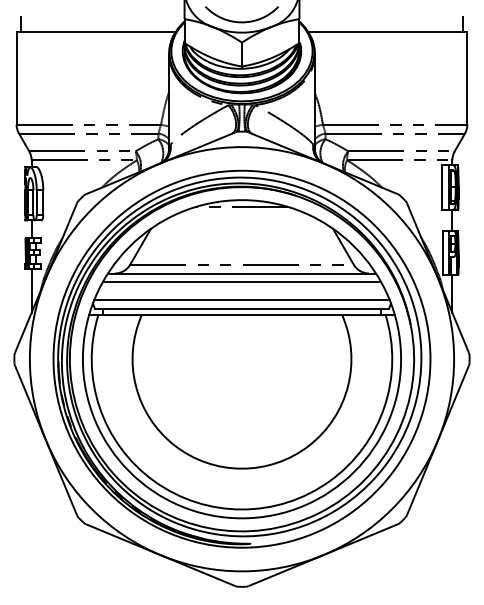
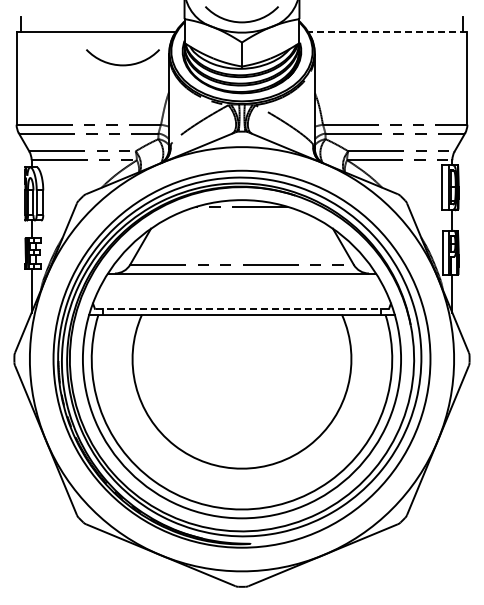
line at (387, 32): solid -> dashed
arc at (122, 64): none -> present
line at (241, 282): present -> none
line at (241, 300): present -> none
line at (241, 308): solid -> dashed
